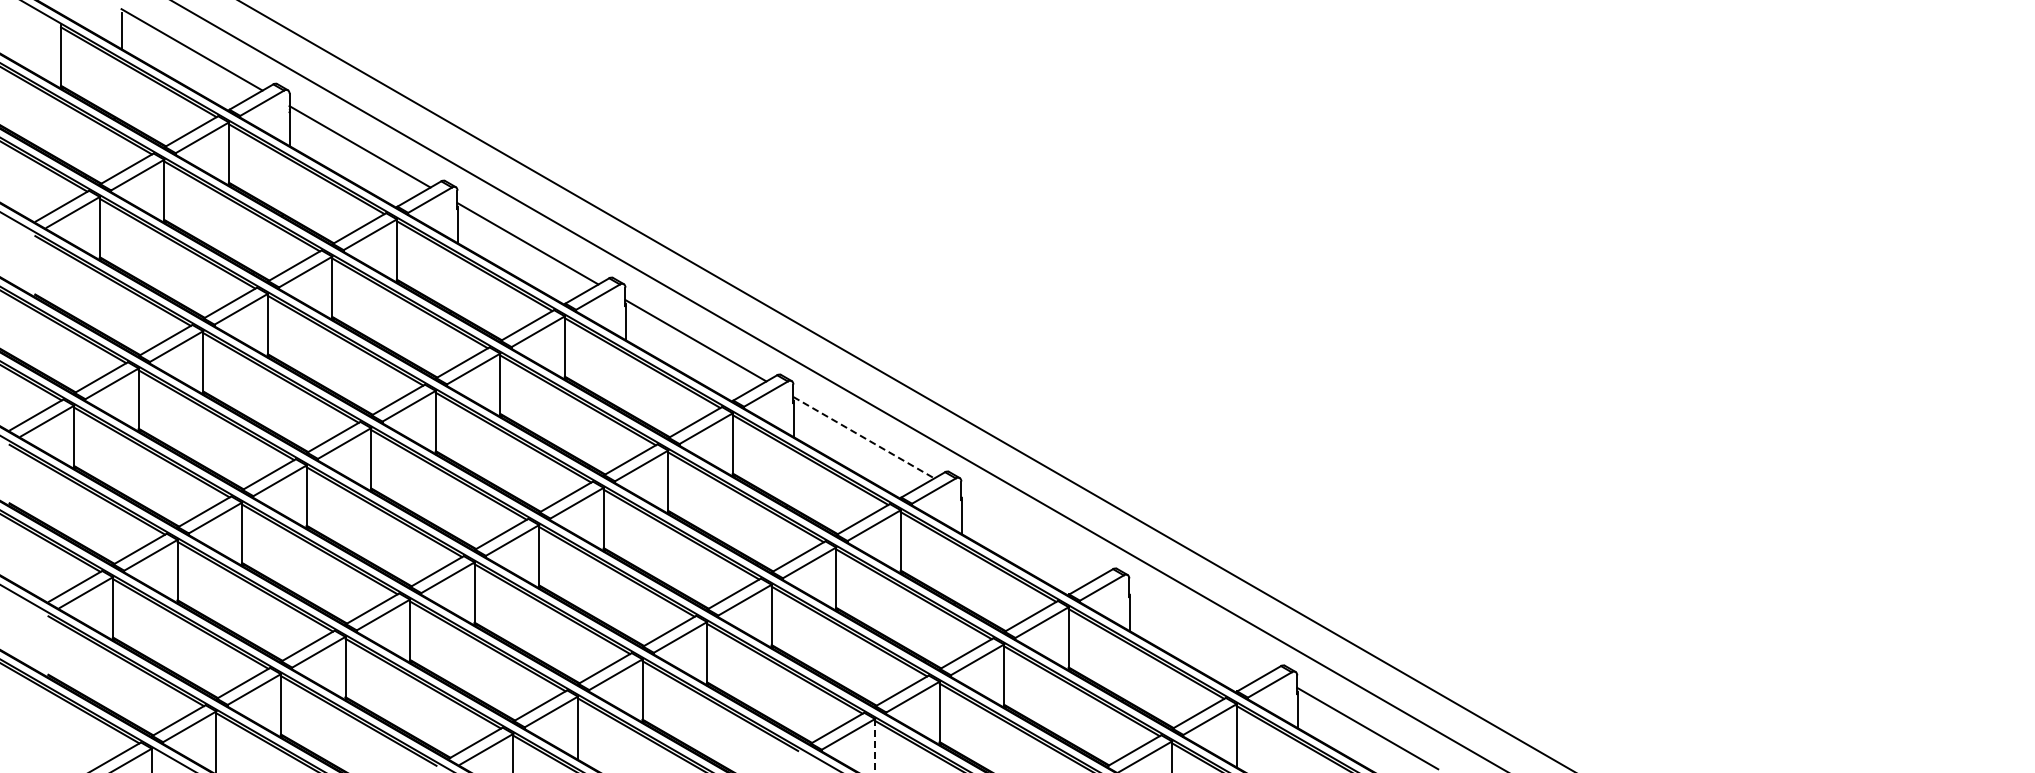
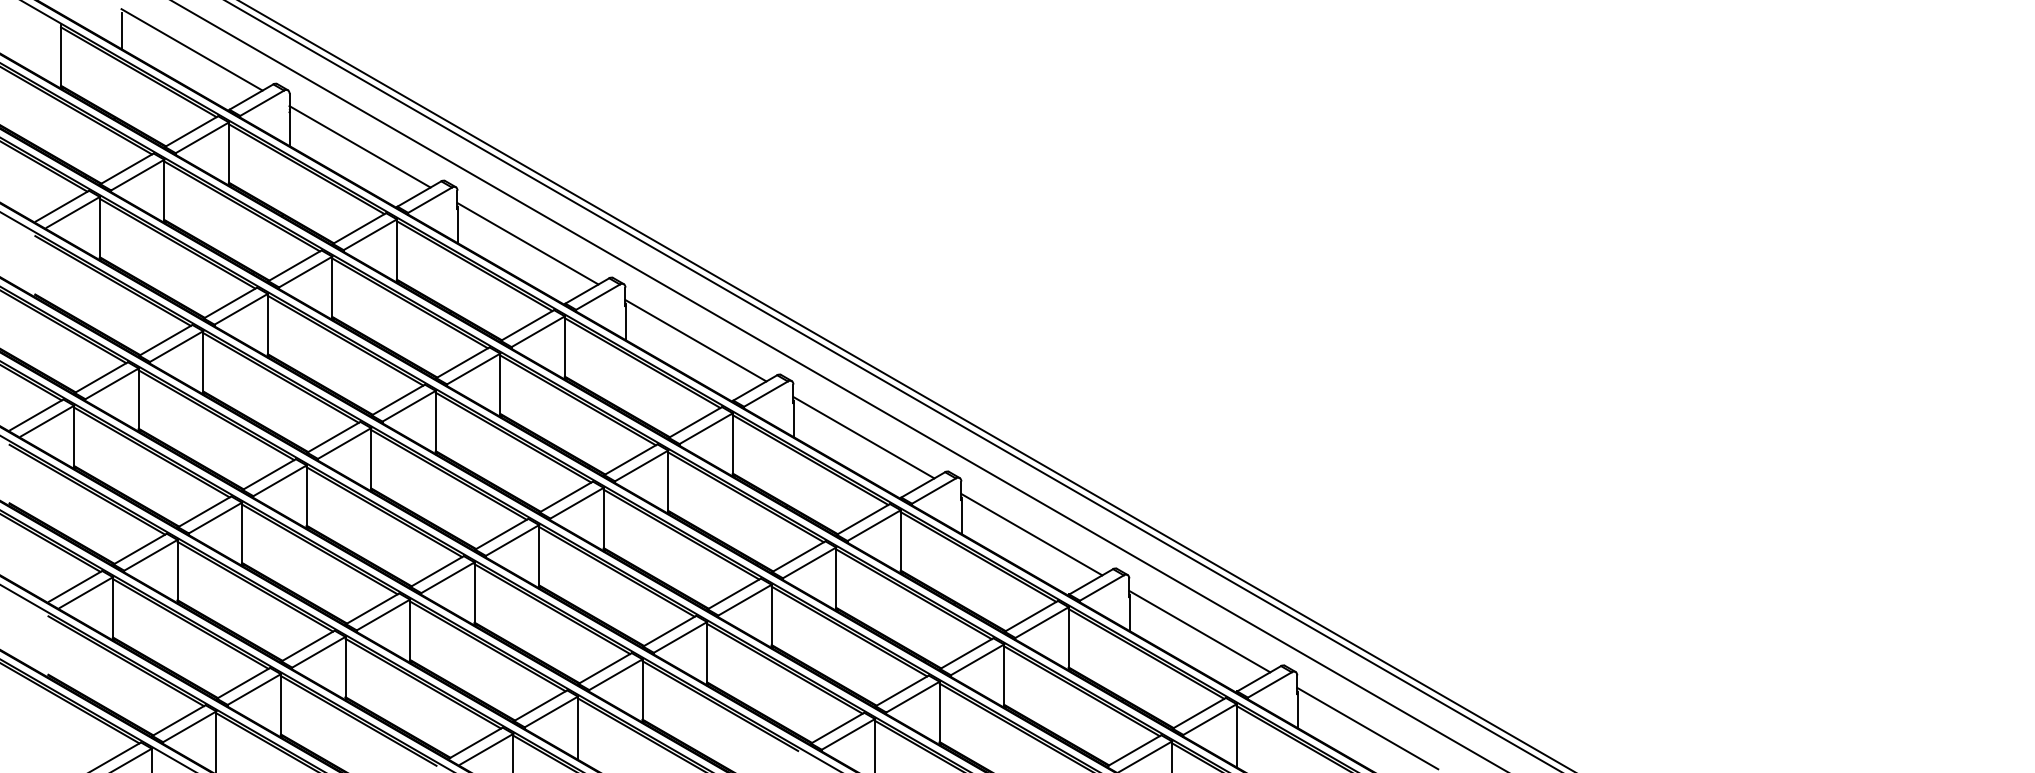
line at (892, 385): none -> present
line at (864, 437): dashed -> solid
line at (1031, 534): none -> present
line at (1199, 631): none -> present
line at (875, 745): dashed -> solid
